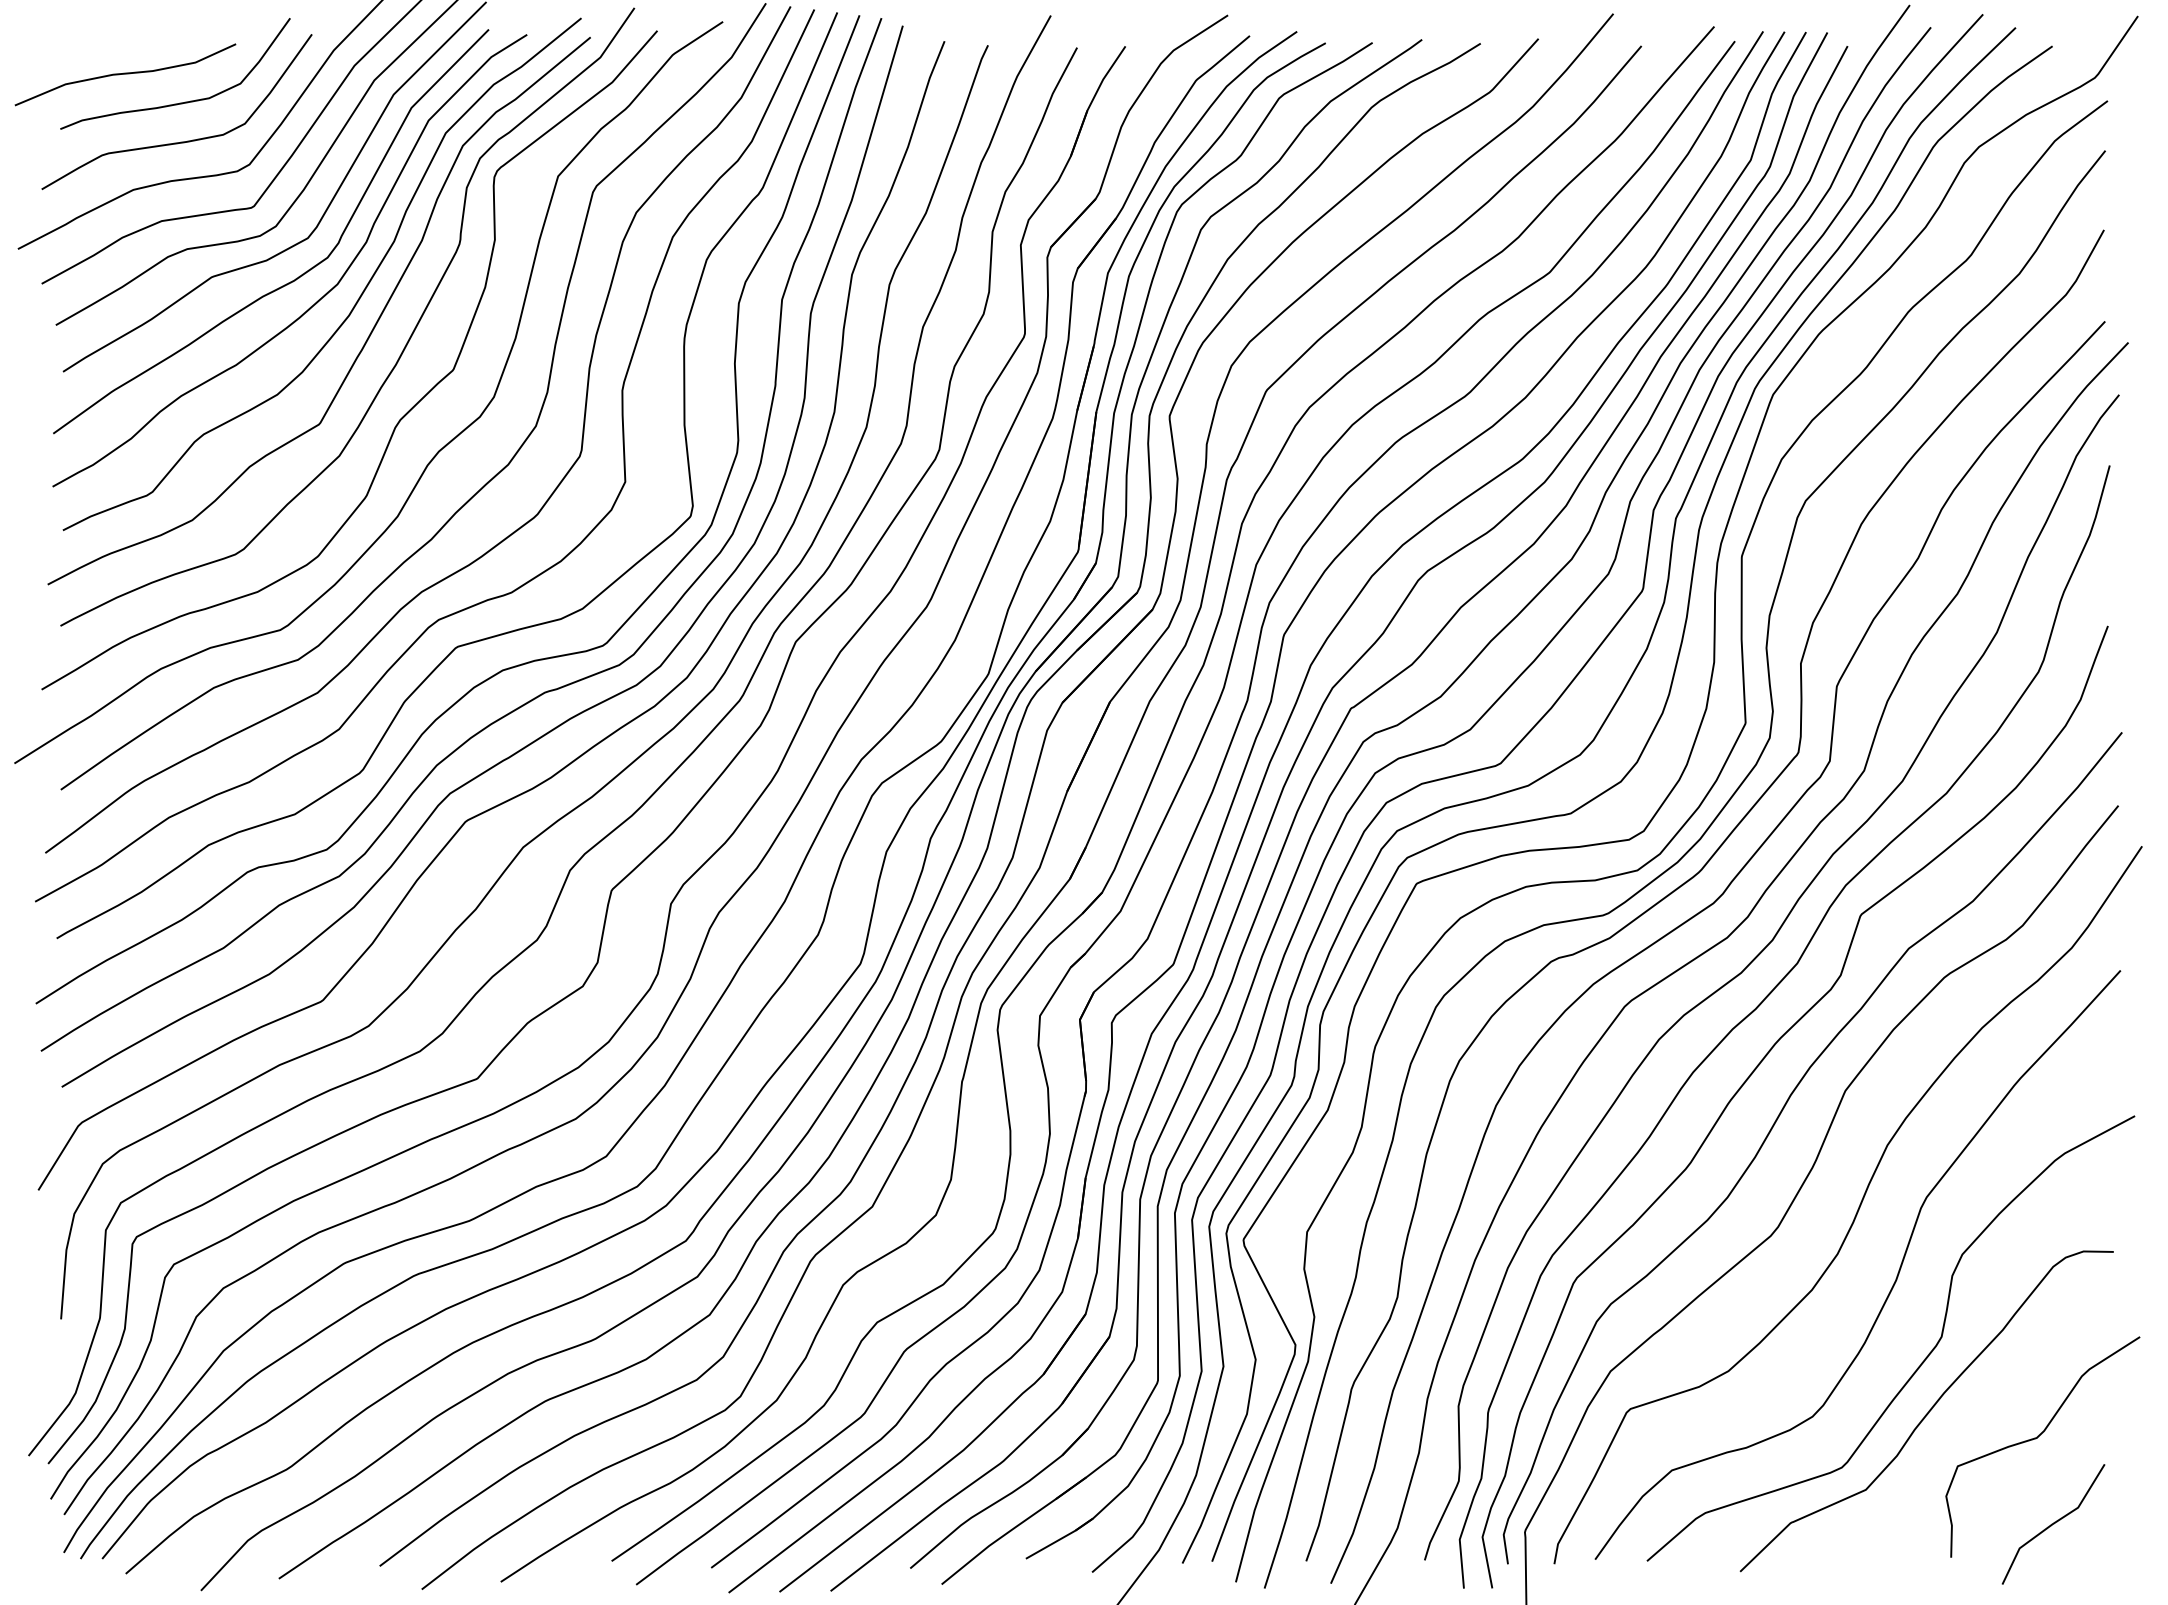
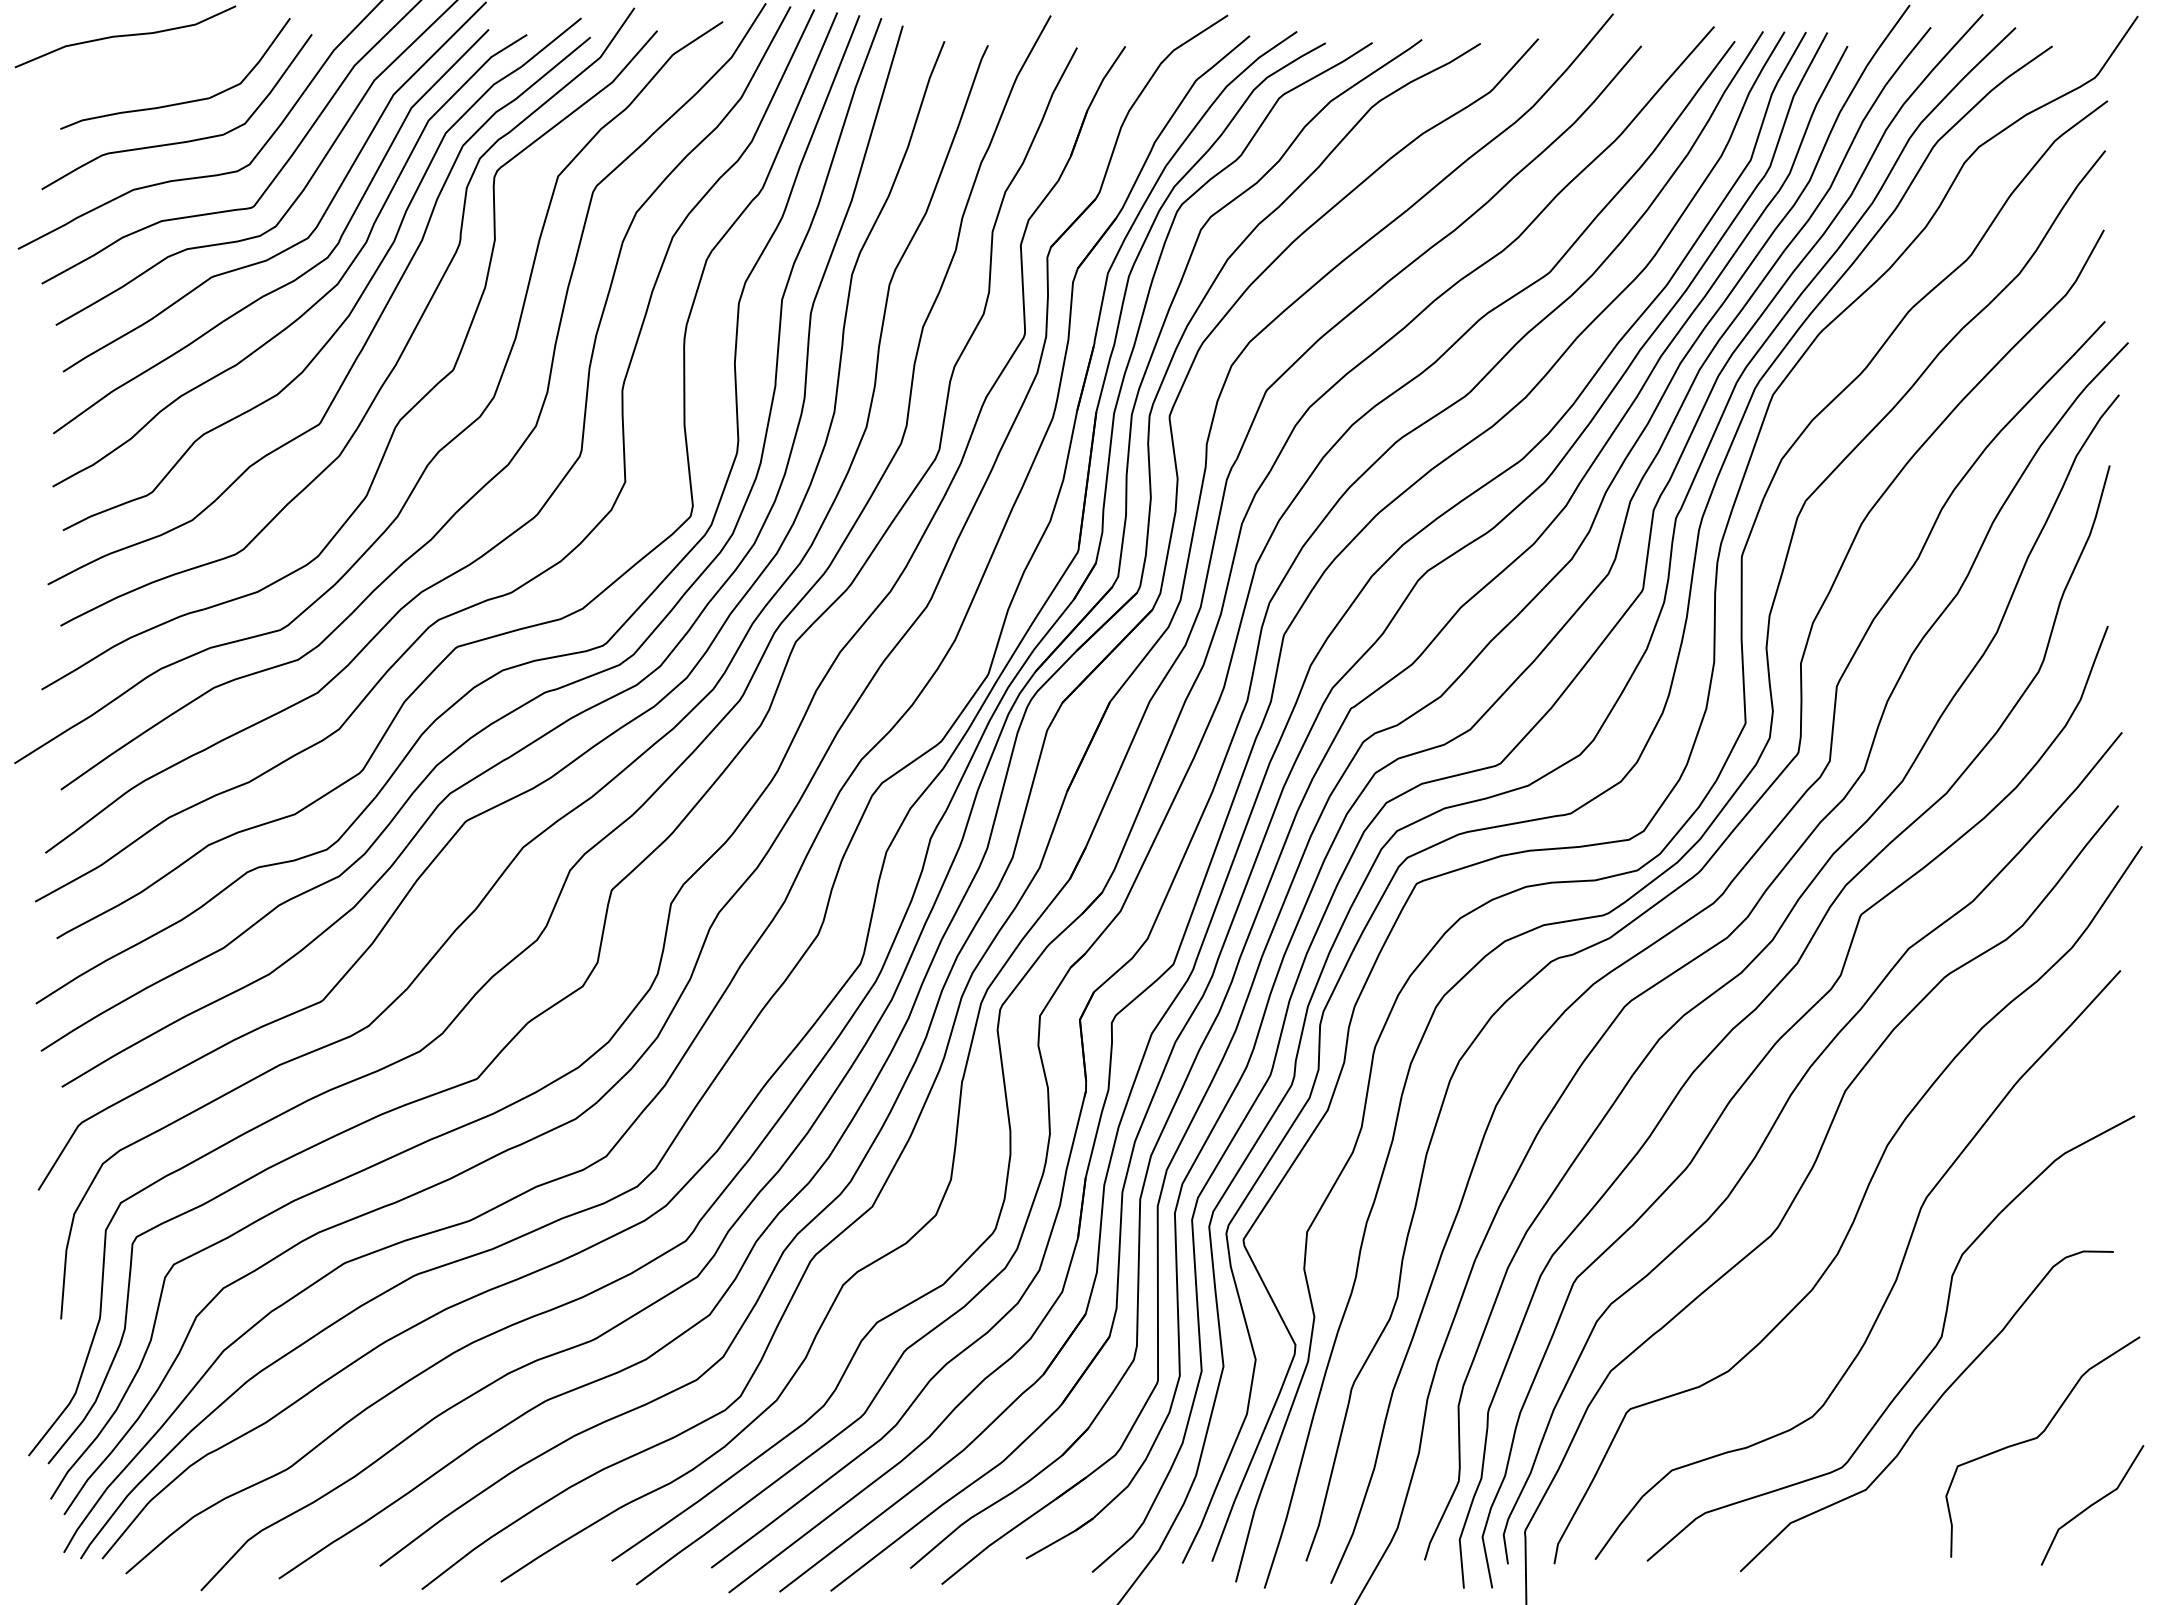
curve at (125, 74) position: (125, 74) -> (125, 36)
line at (2053, 1524) position: (2053, 1524) -> (2092, 1505)
